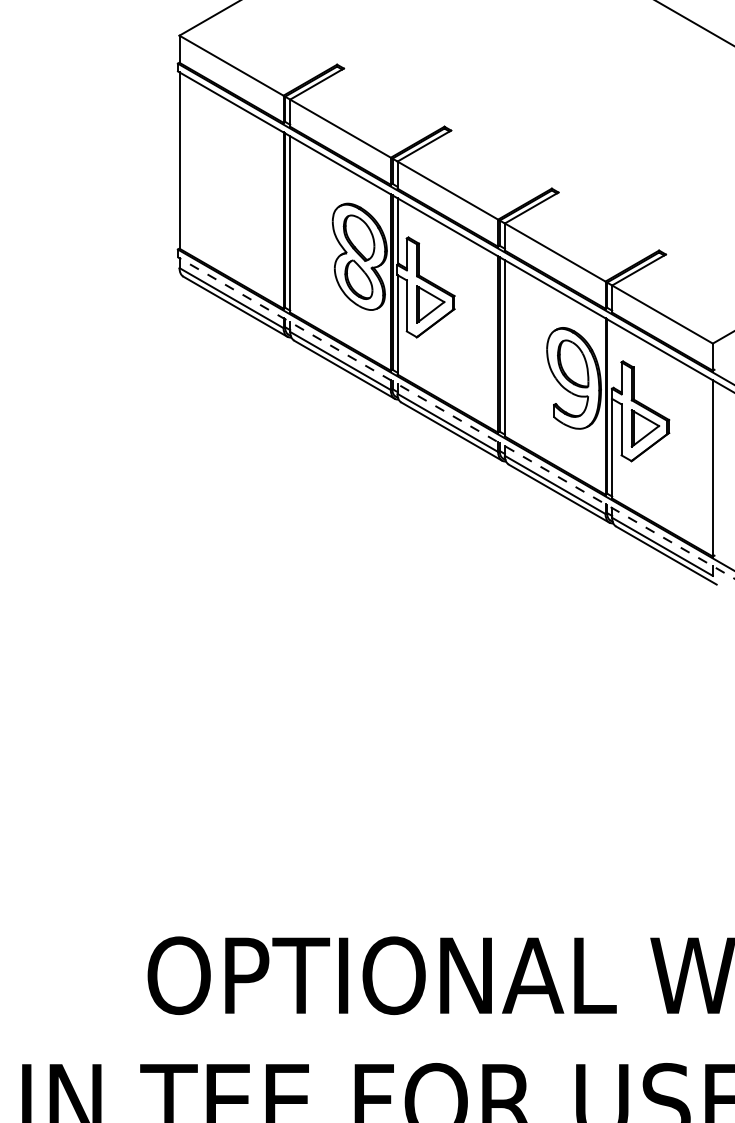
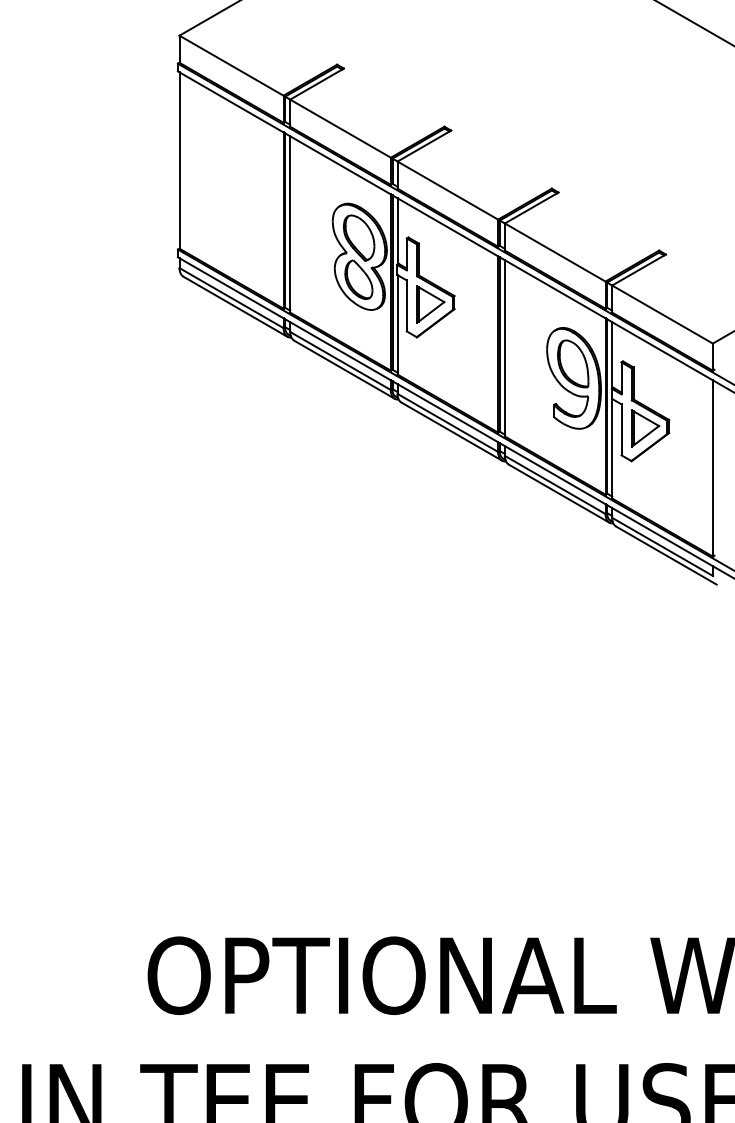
line at (612, 355): none -> present
line at (456, 418): dashed -> solid
